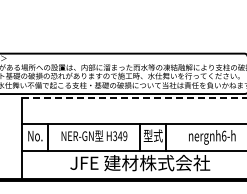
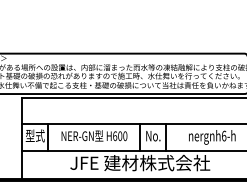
line at (134, 98): dashed -> solid
text at (34, 135): No. -> 型式
text at (152, 135): 型式 -> No.
text at (120, 136): H349 -> H600
